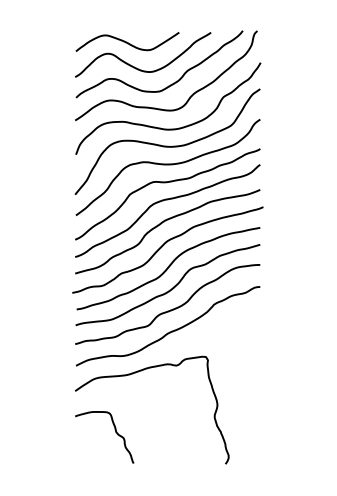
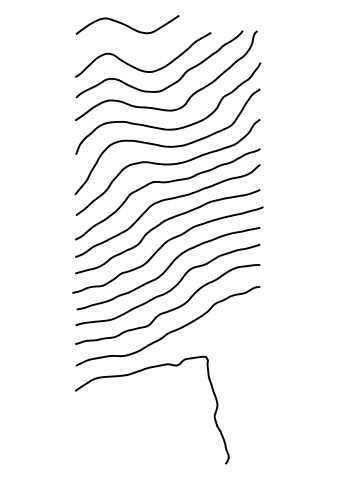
curve at (126, 41) position: (126, 41) -> (126, 24)
curve at (115, 432): present -> none
